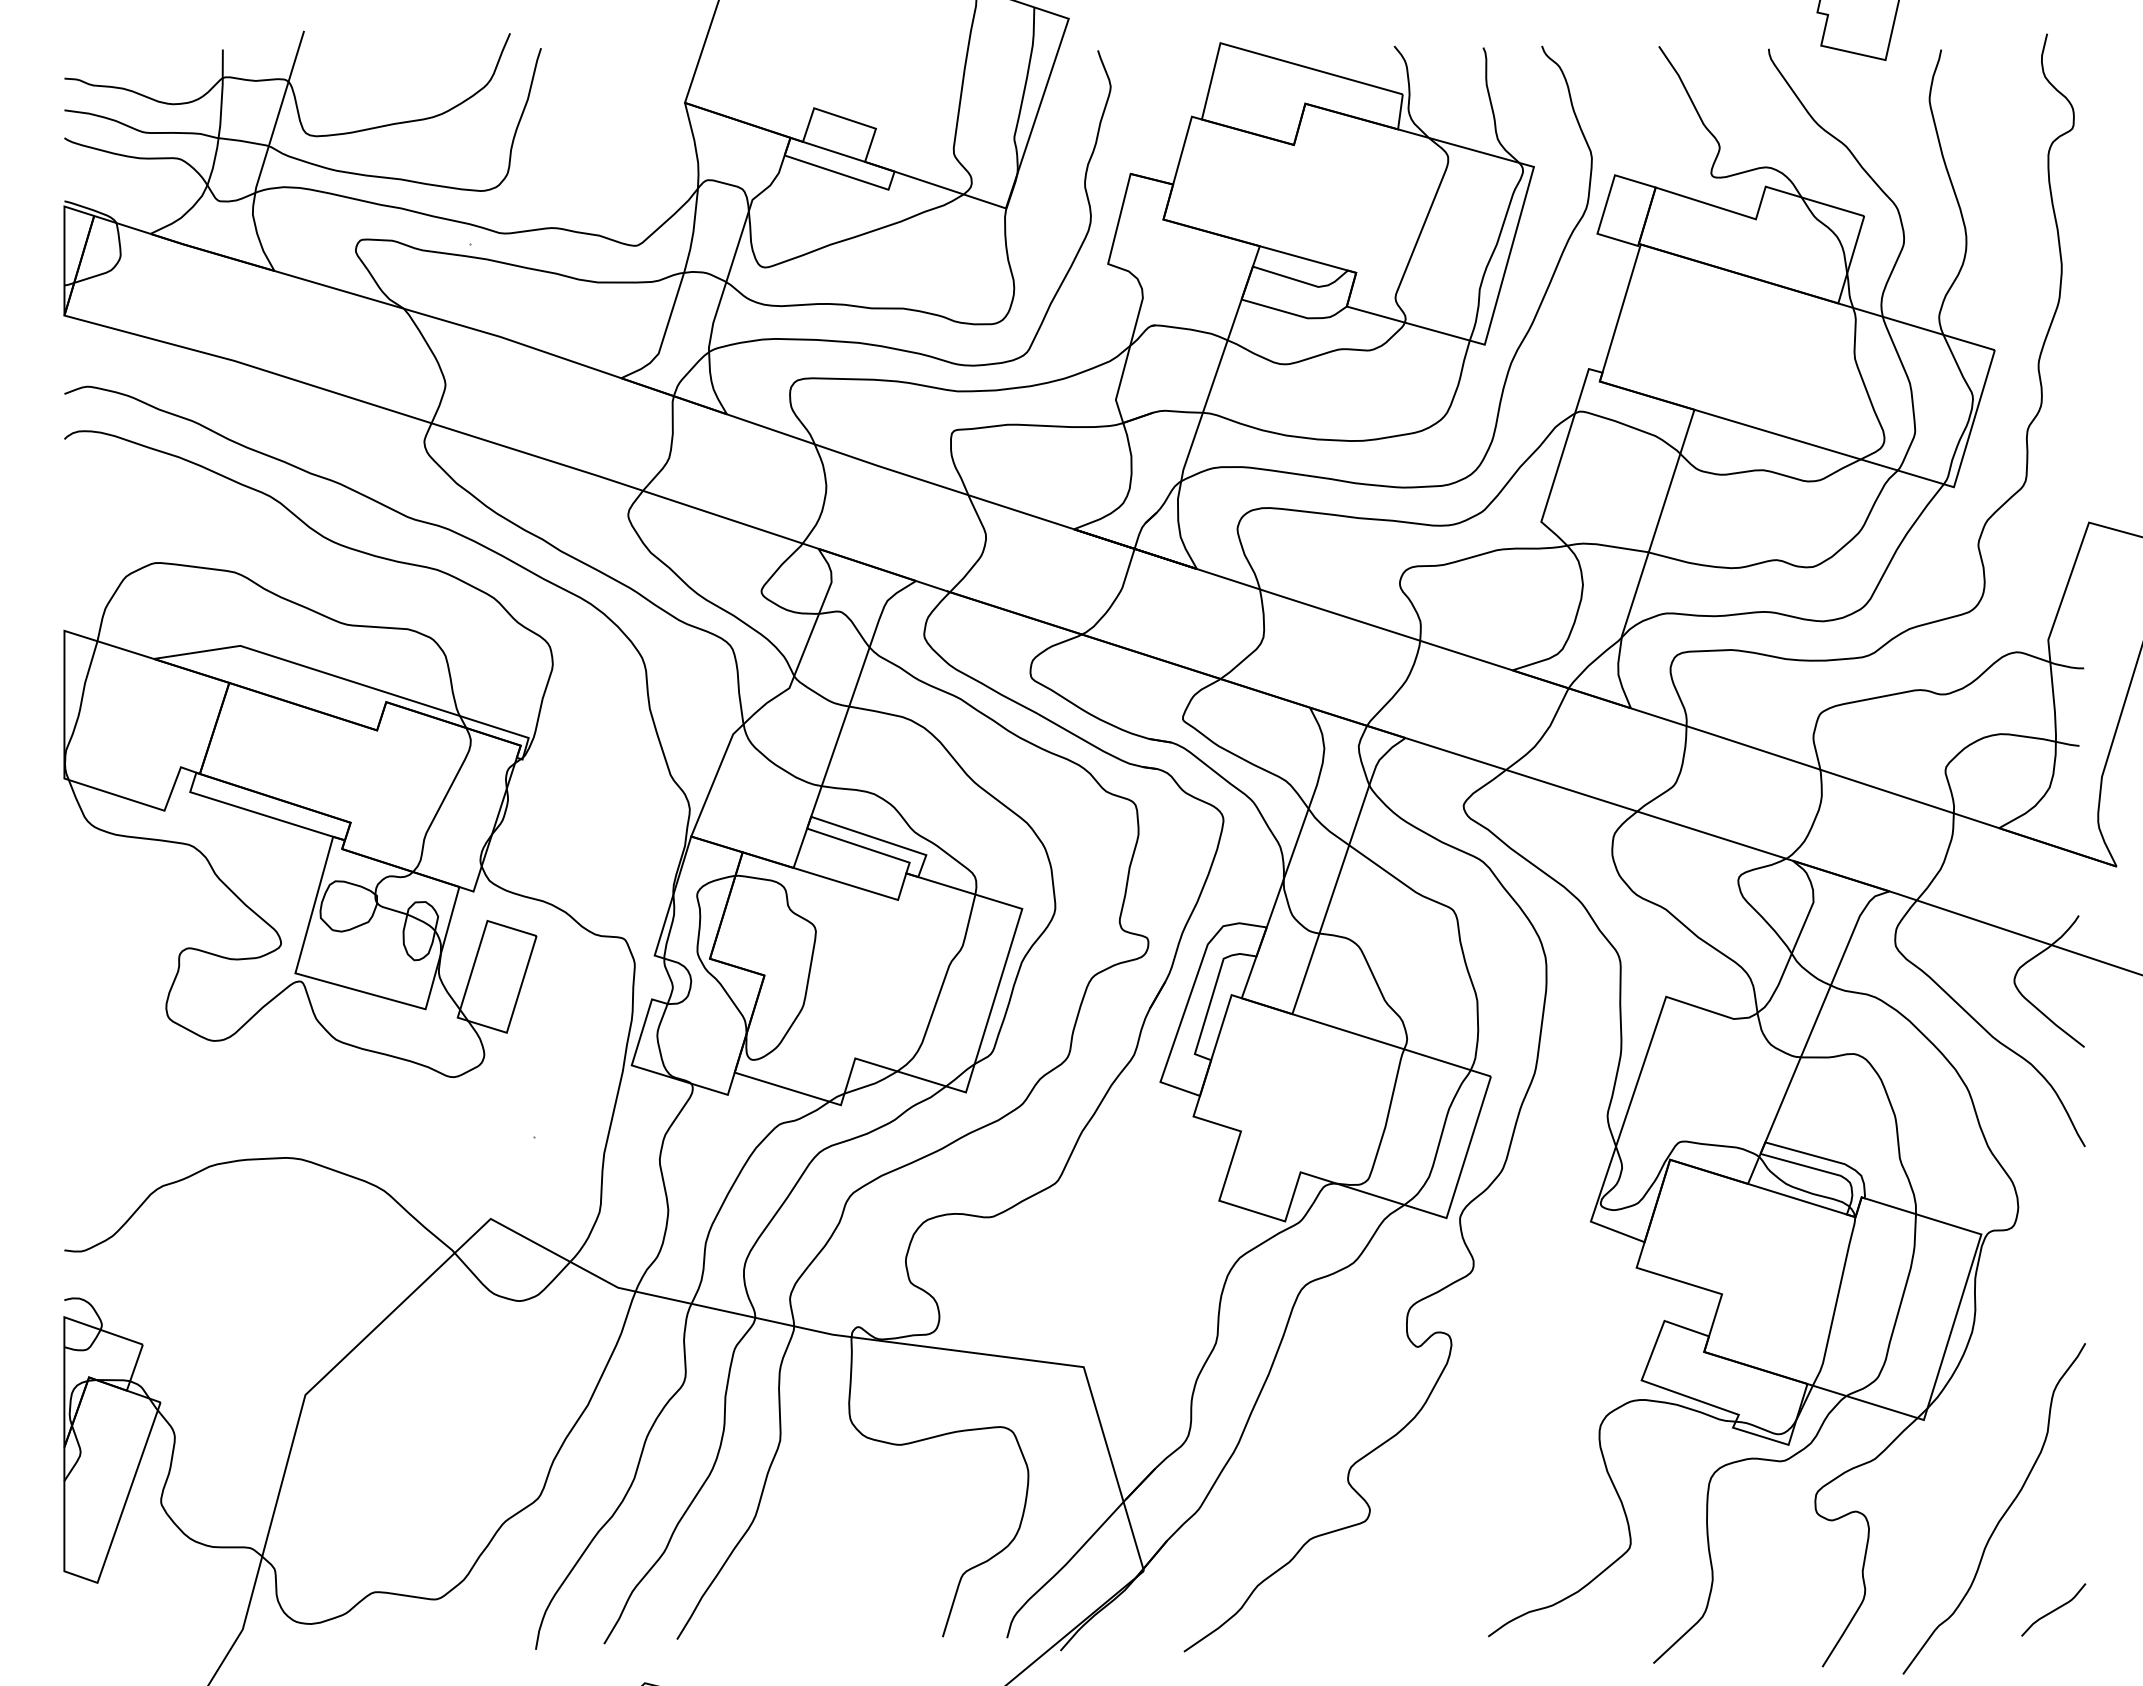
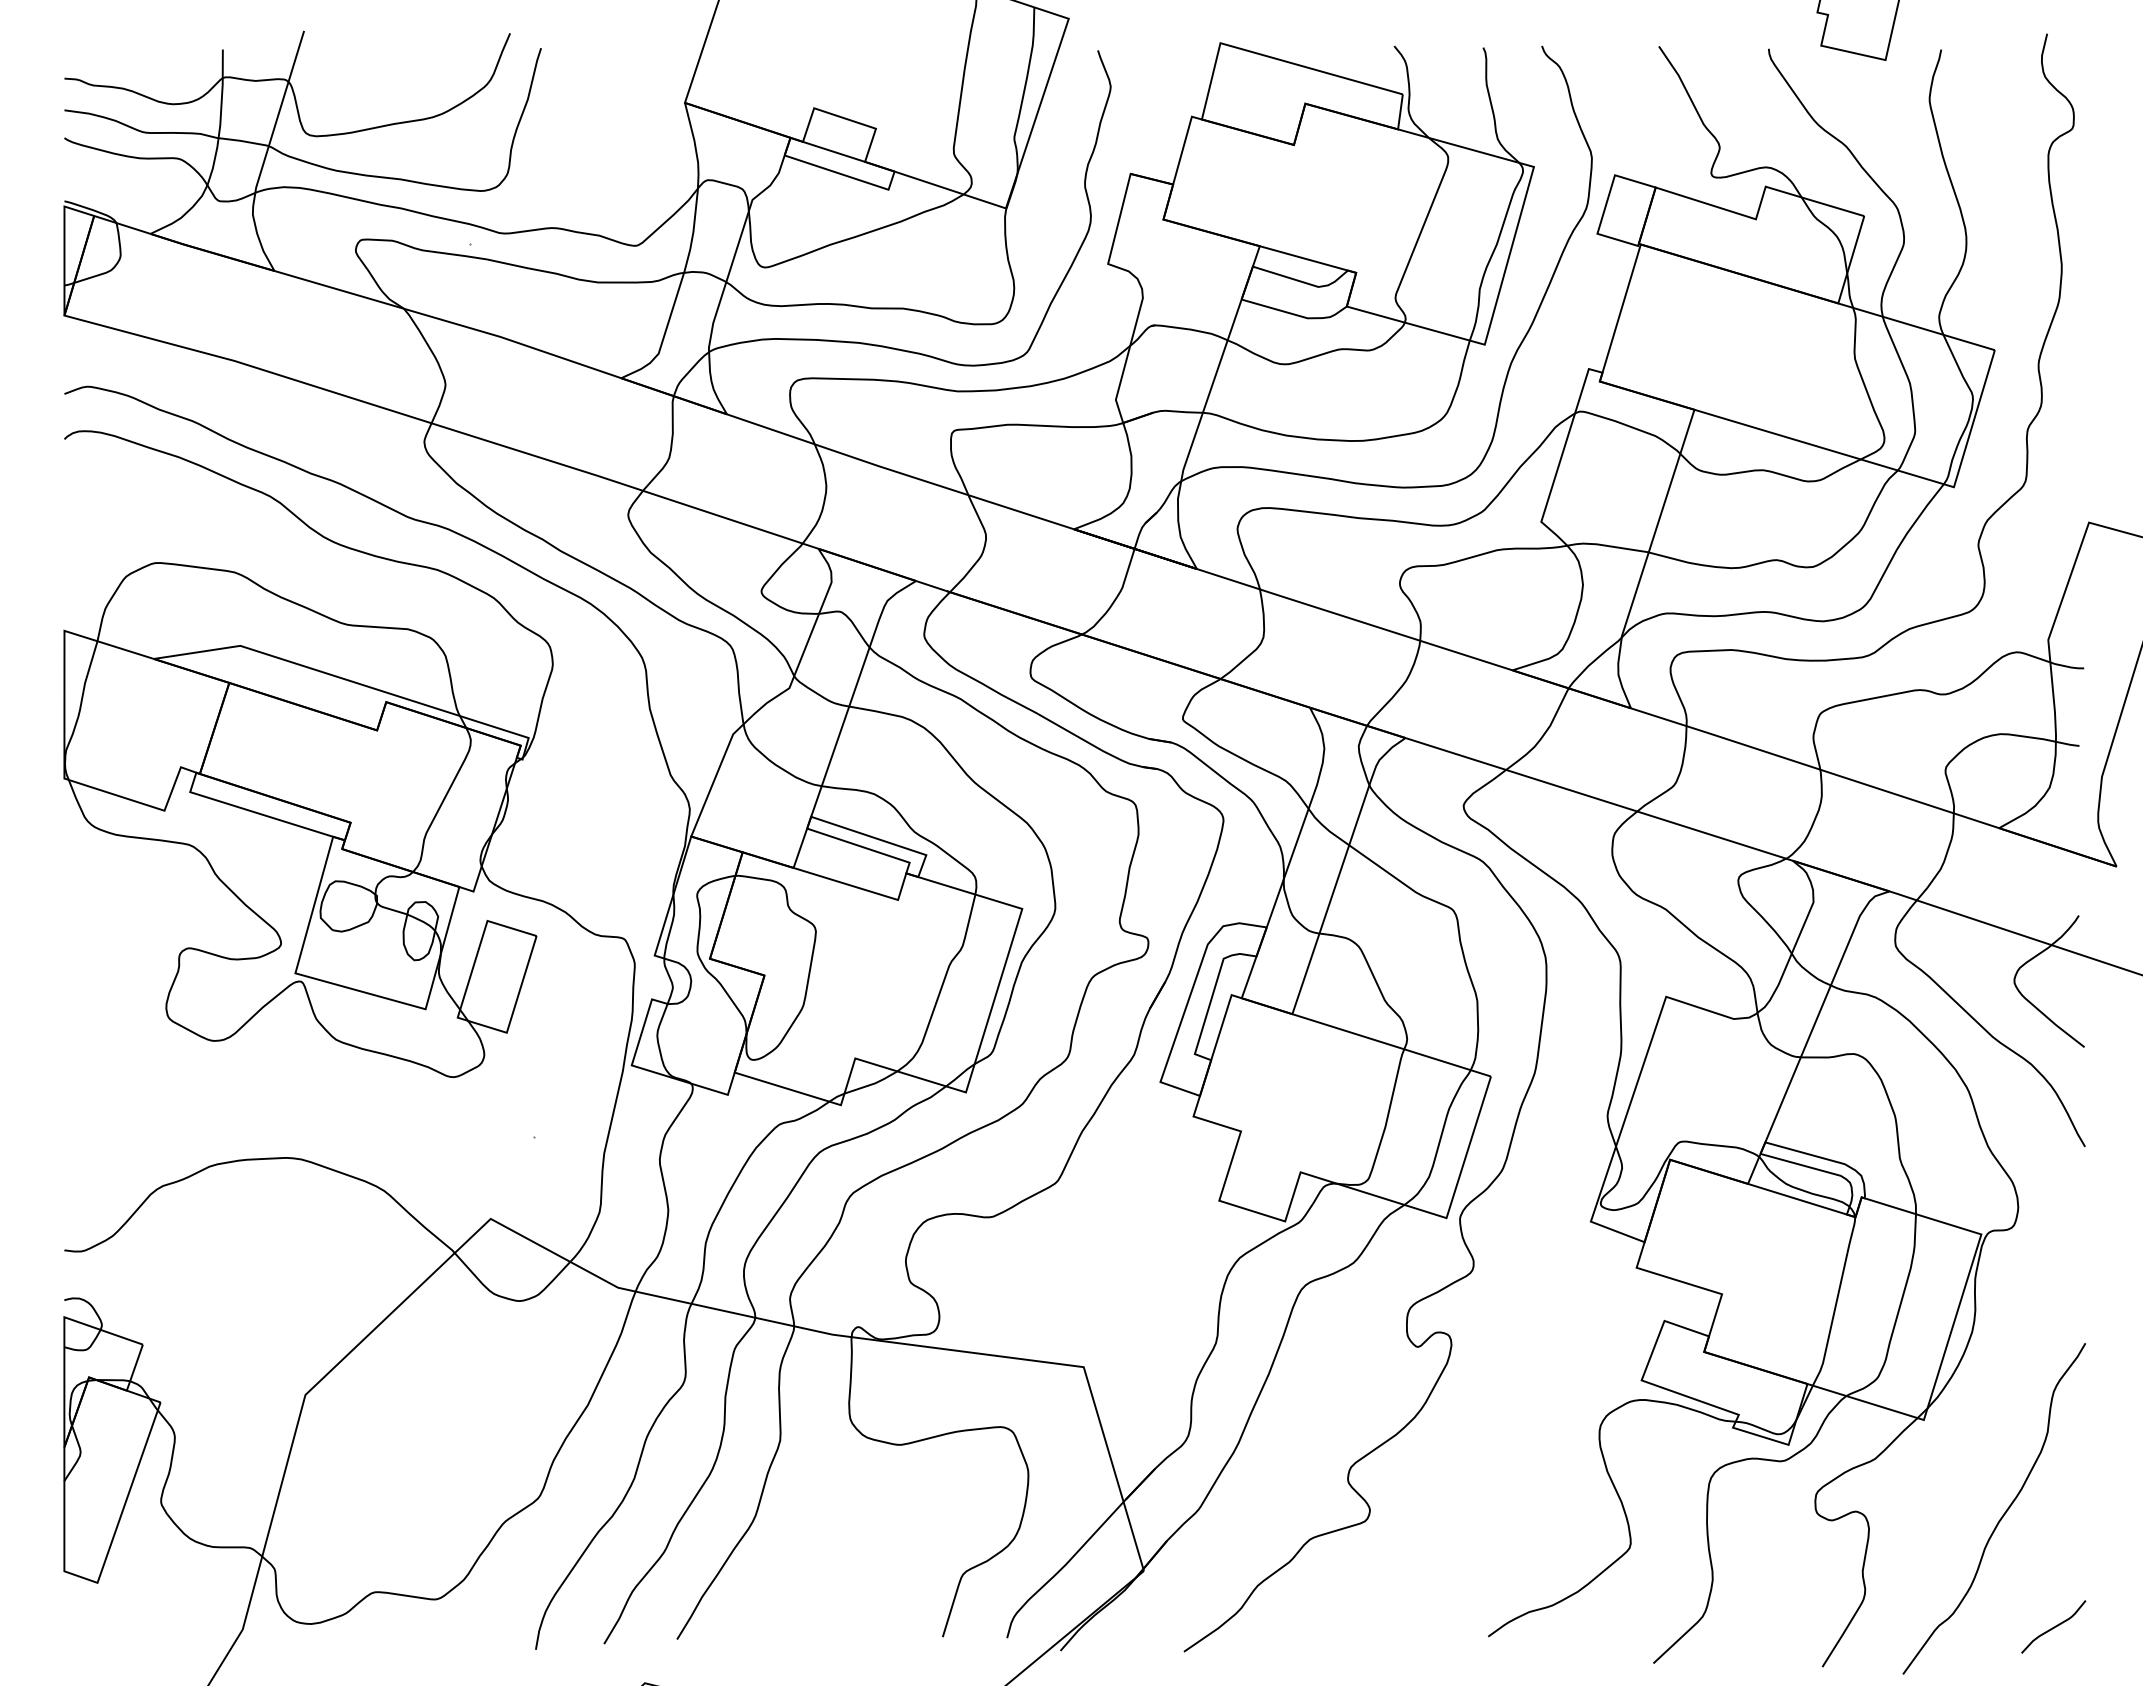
curve at (2053, 1609) position: (2053, 1609) -> (2053, 1626)
